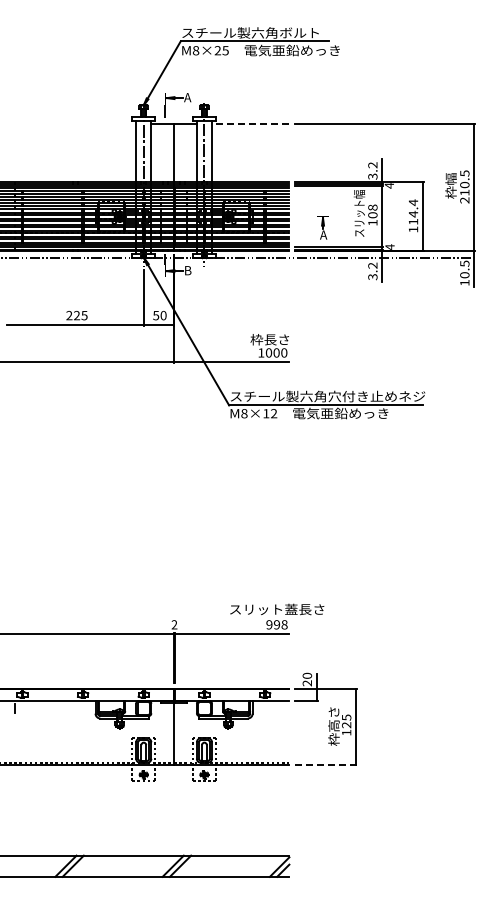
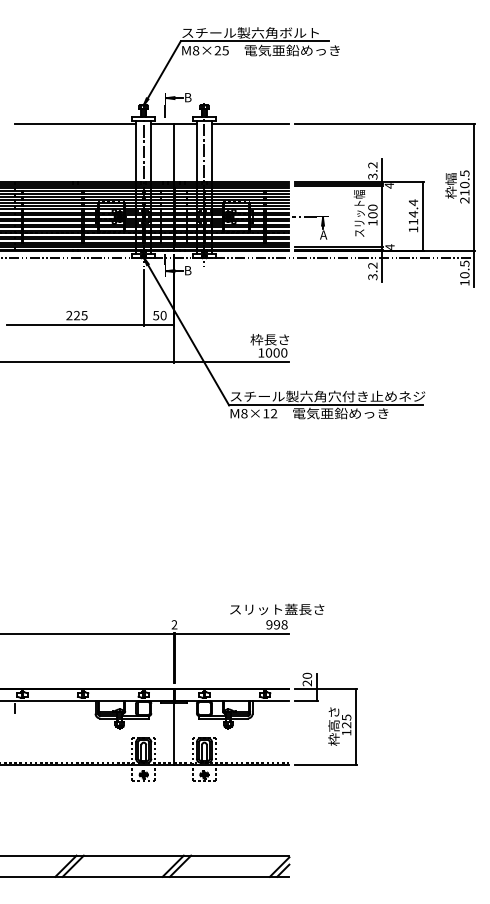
text at (187, 97): A -> B
line at (75, 123): none -> present
line at (250, 123): dashed -> solid
text at (373, 207): 108 -> 100
line at (304, 216): none -> present
line at (326, 764): dashed -> solid
